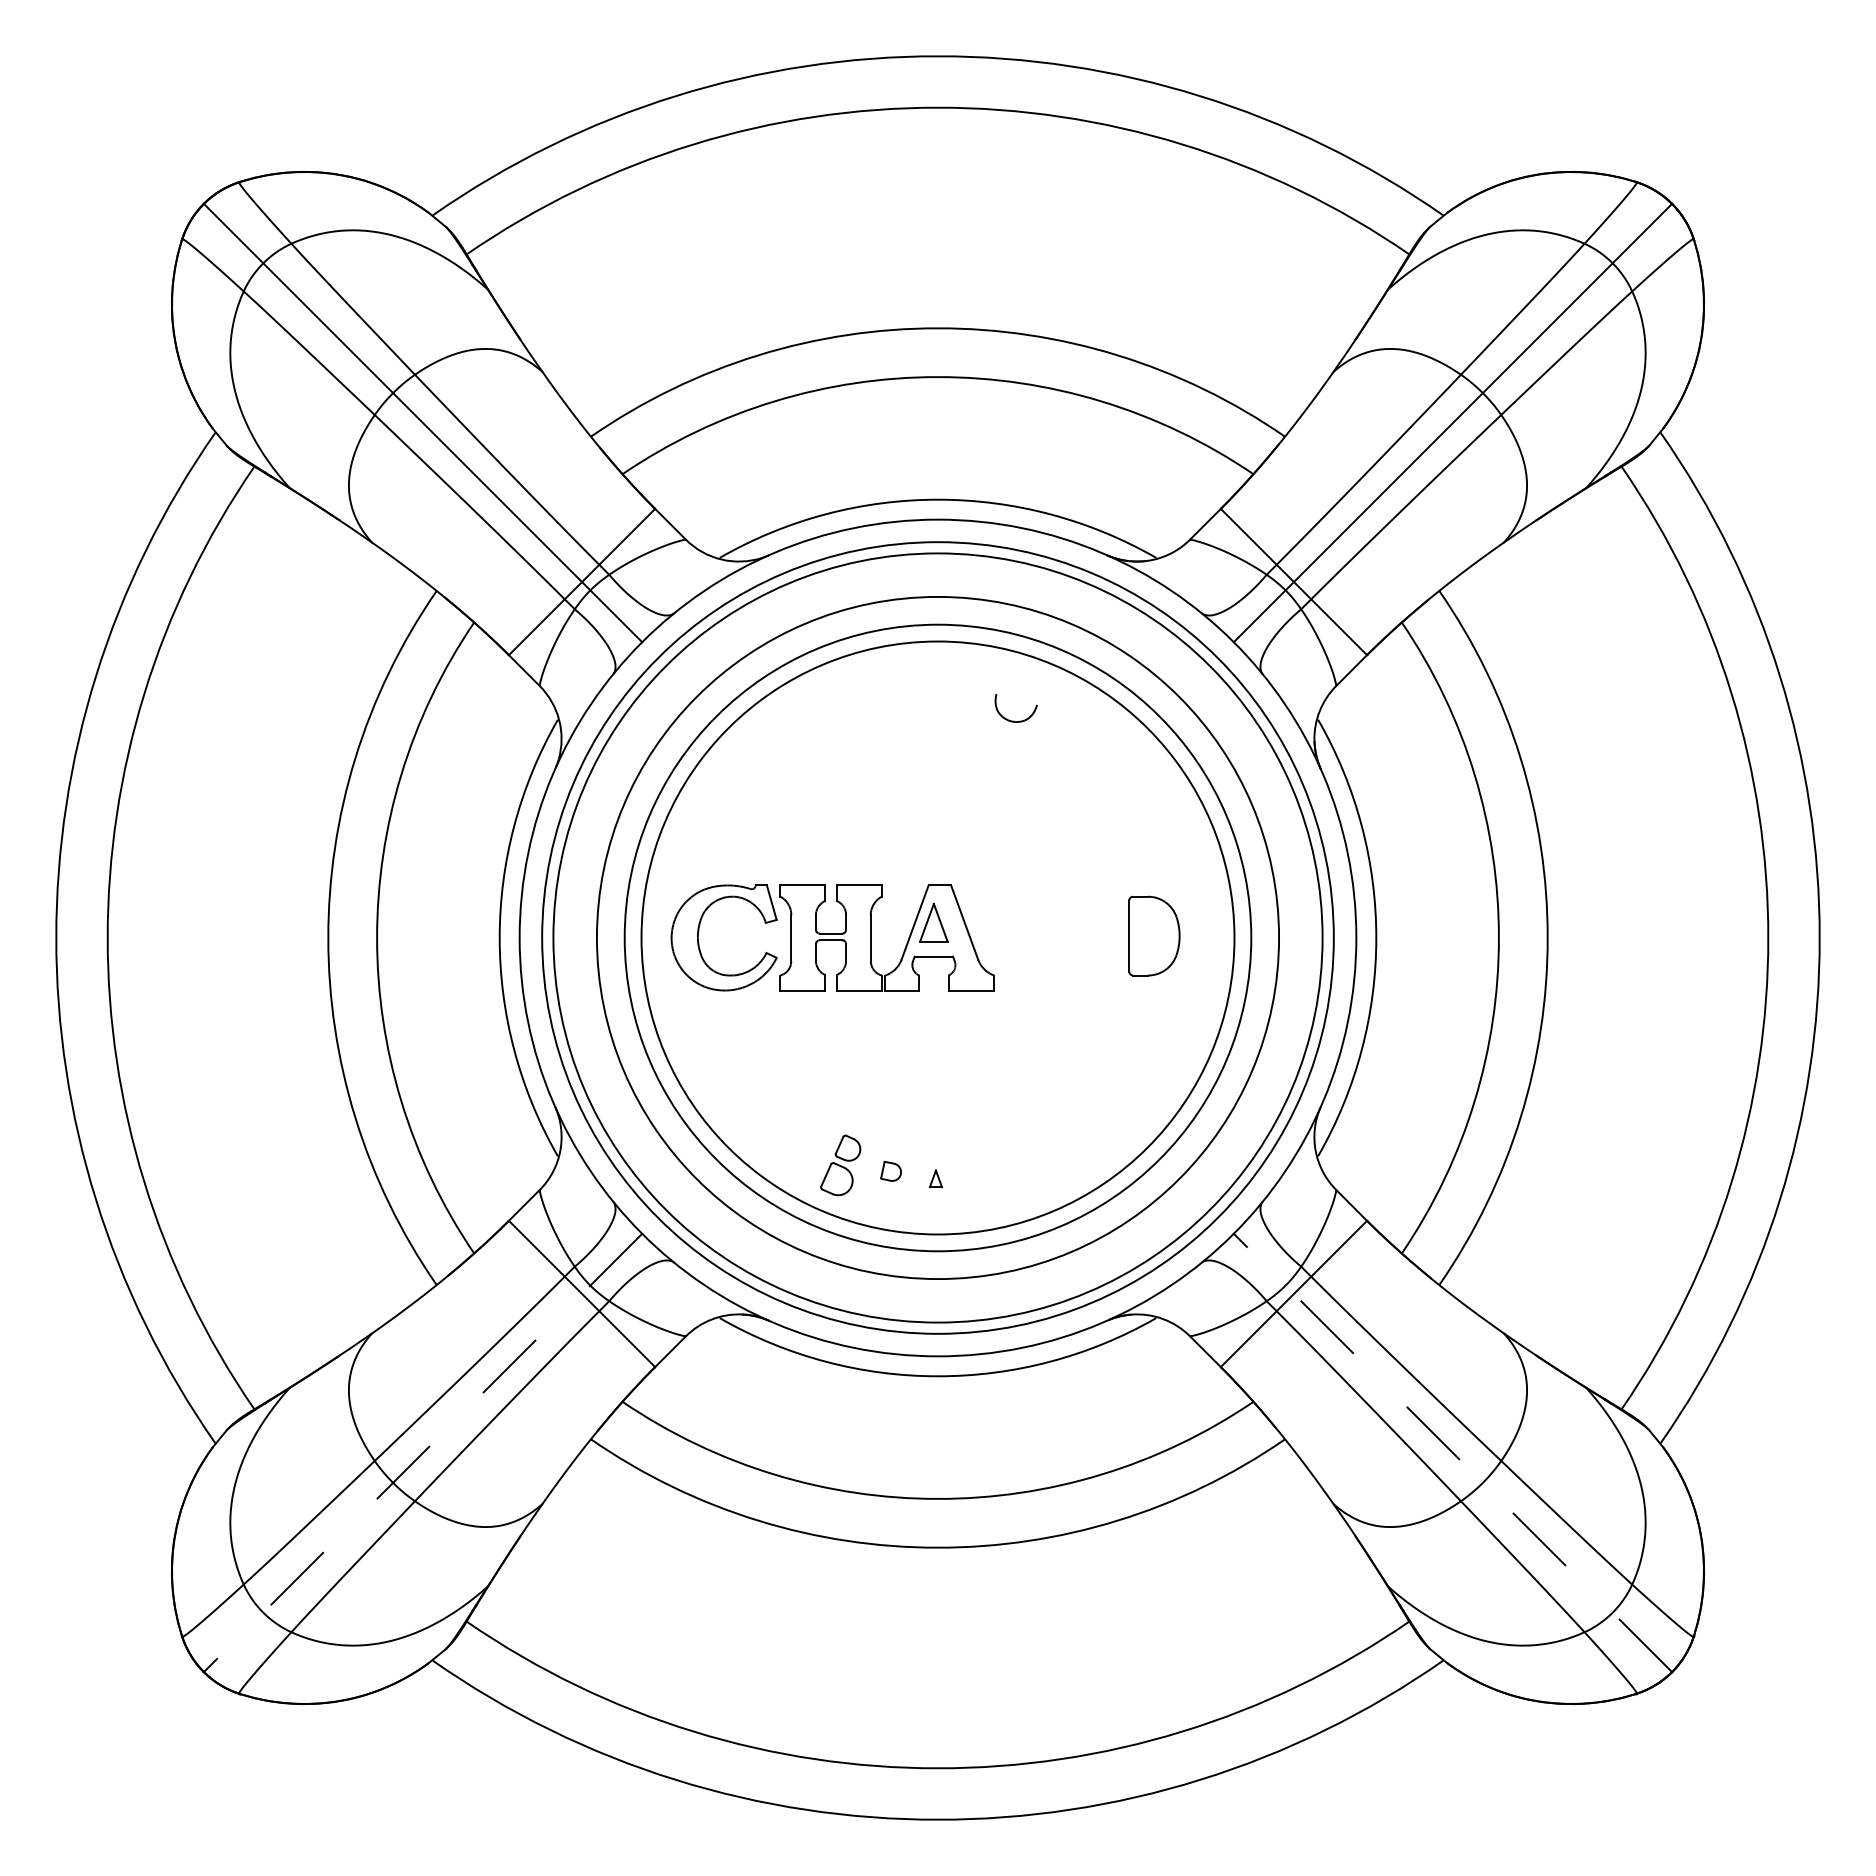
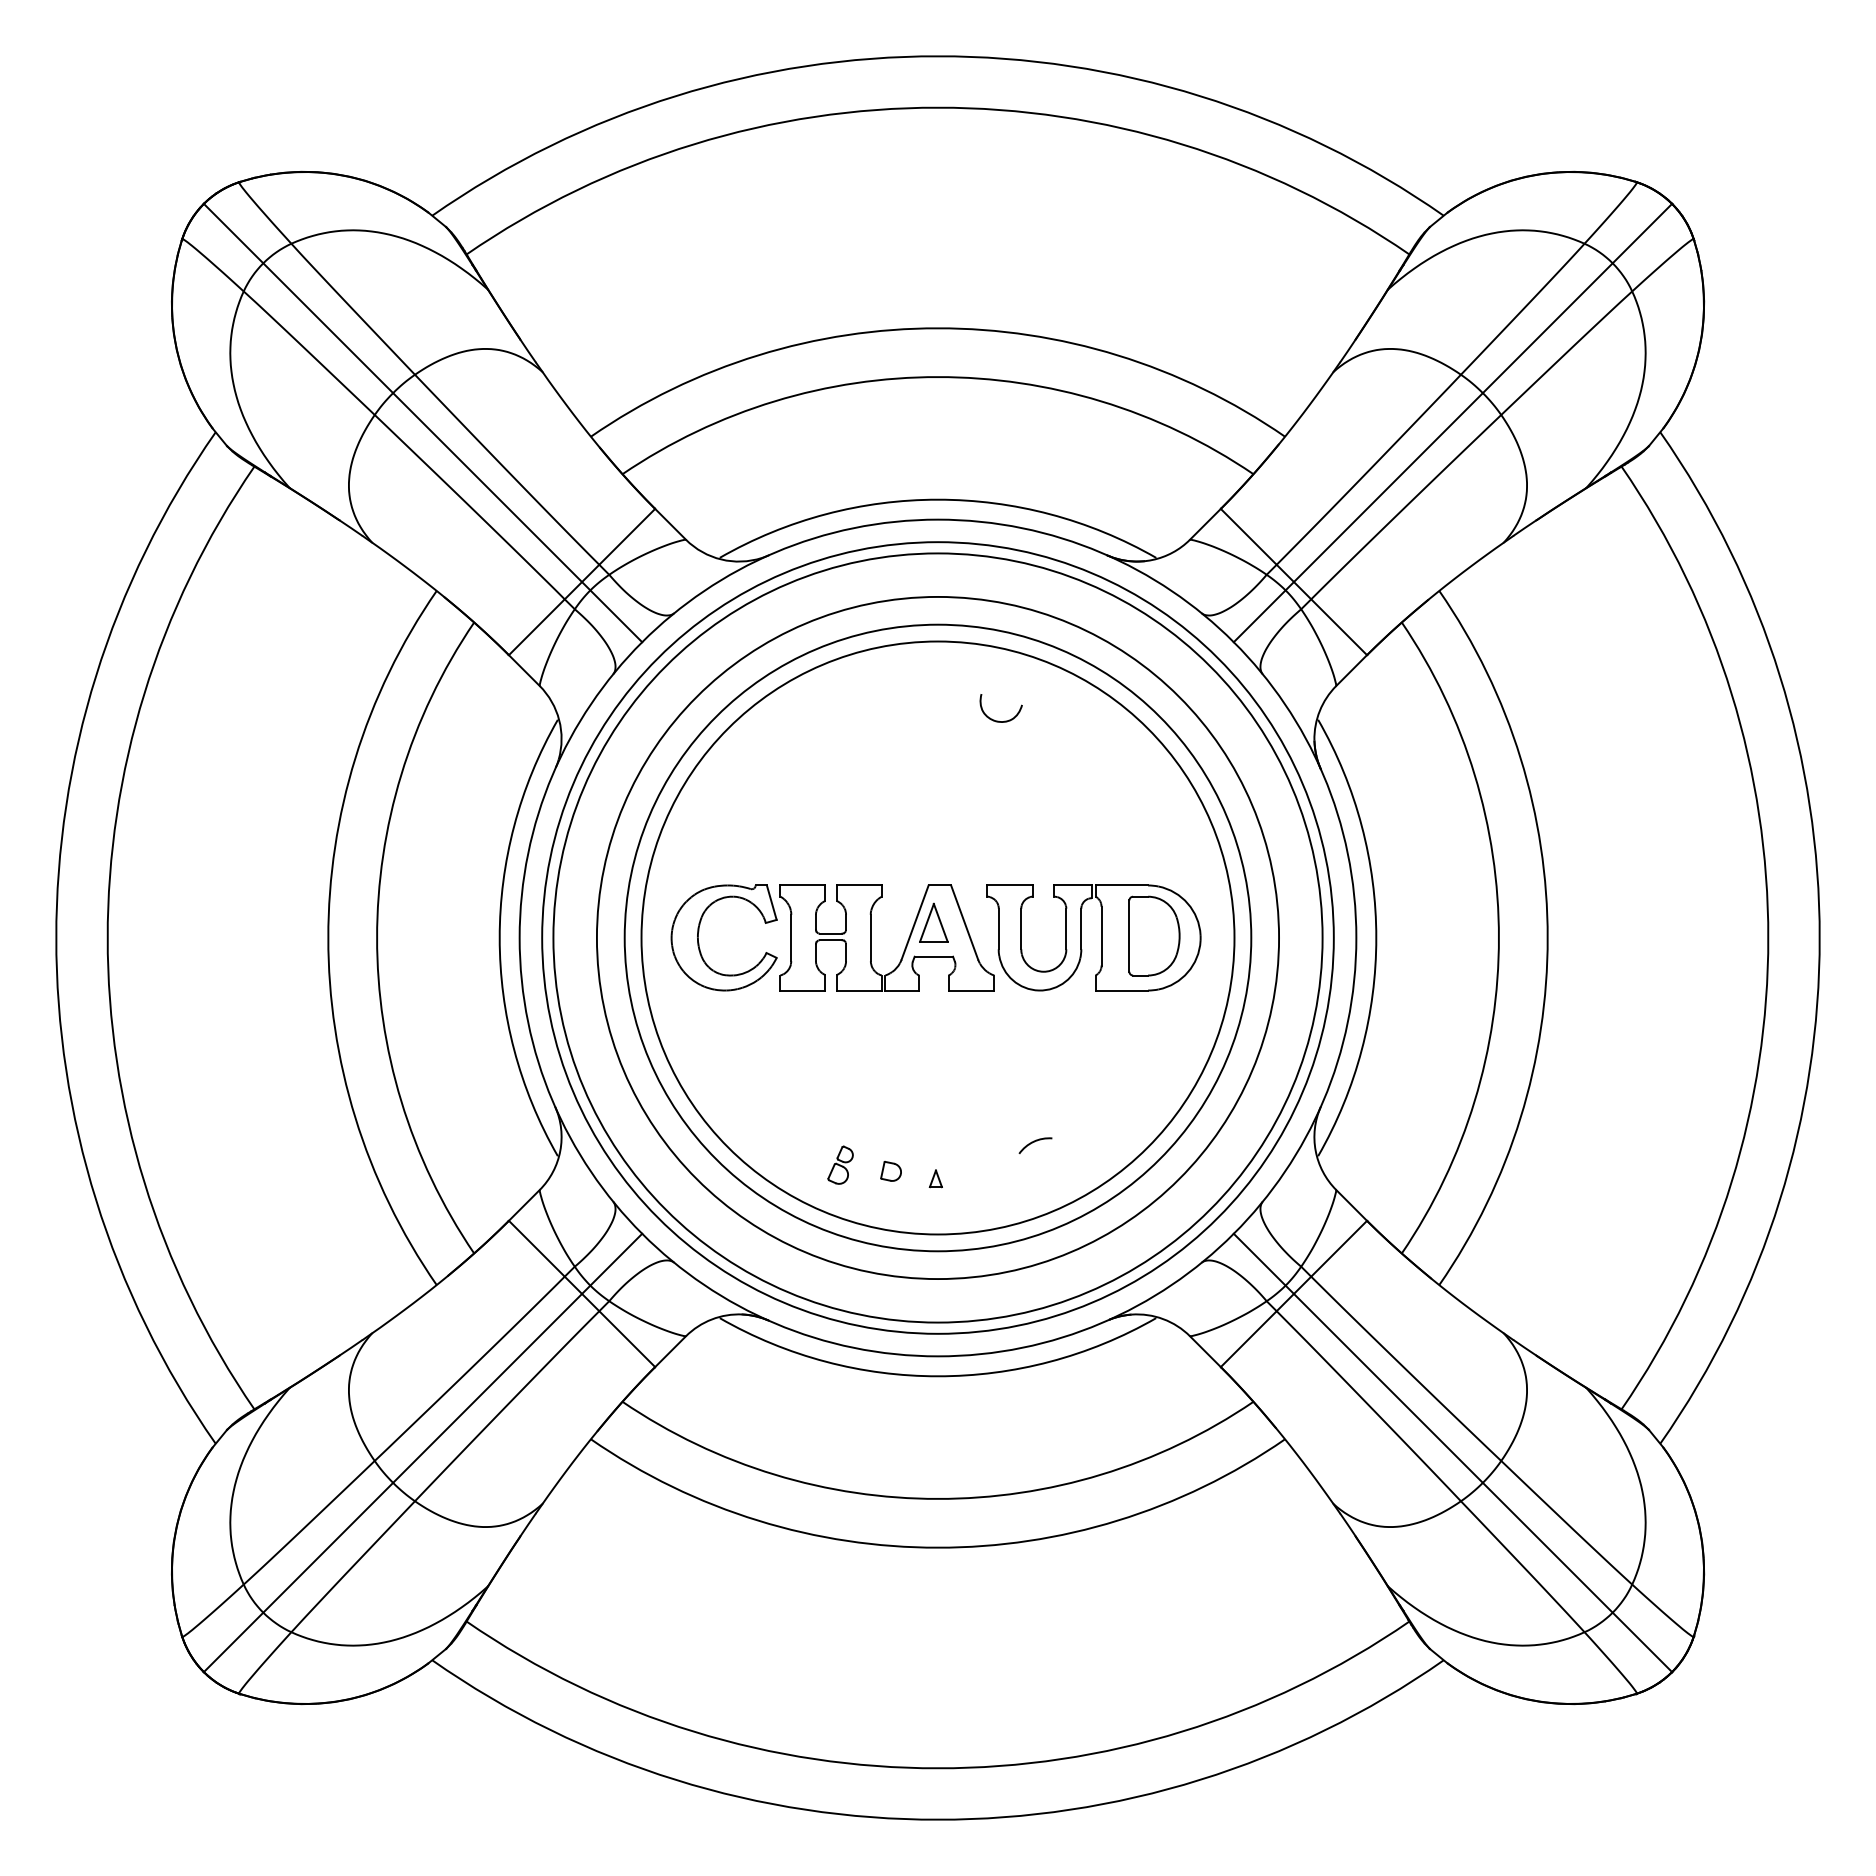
curve at (1013, 720) position: (1013, 720) -> (998, 720)
part at (1101, 937): none -> present
arc at (1034, 1142): none -> present
part at (840, 1165) size: 42x63 px -> 27x40 px
line at (423, 1452): dashed -> solid
line at (1452, 1452): dashed -> solid
